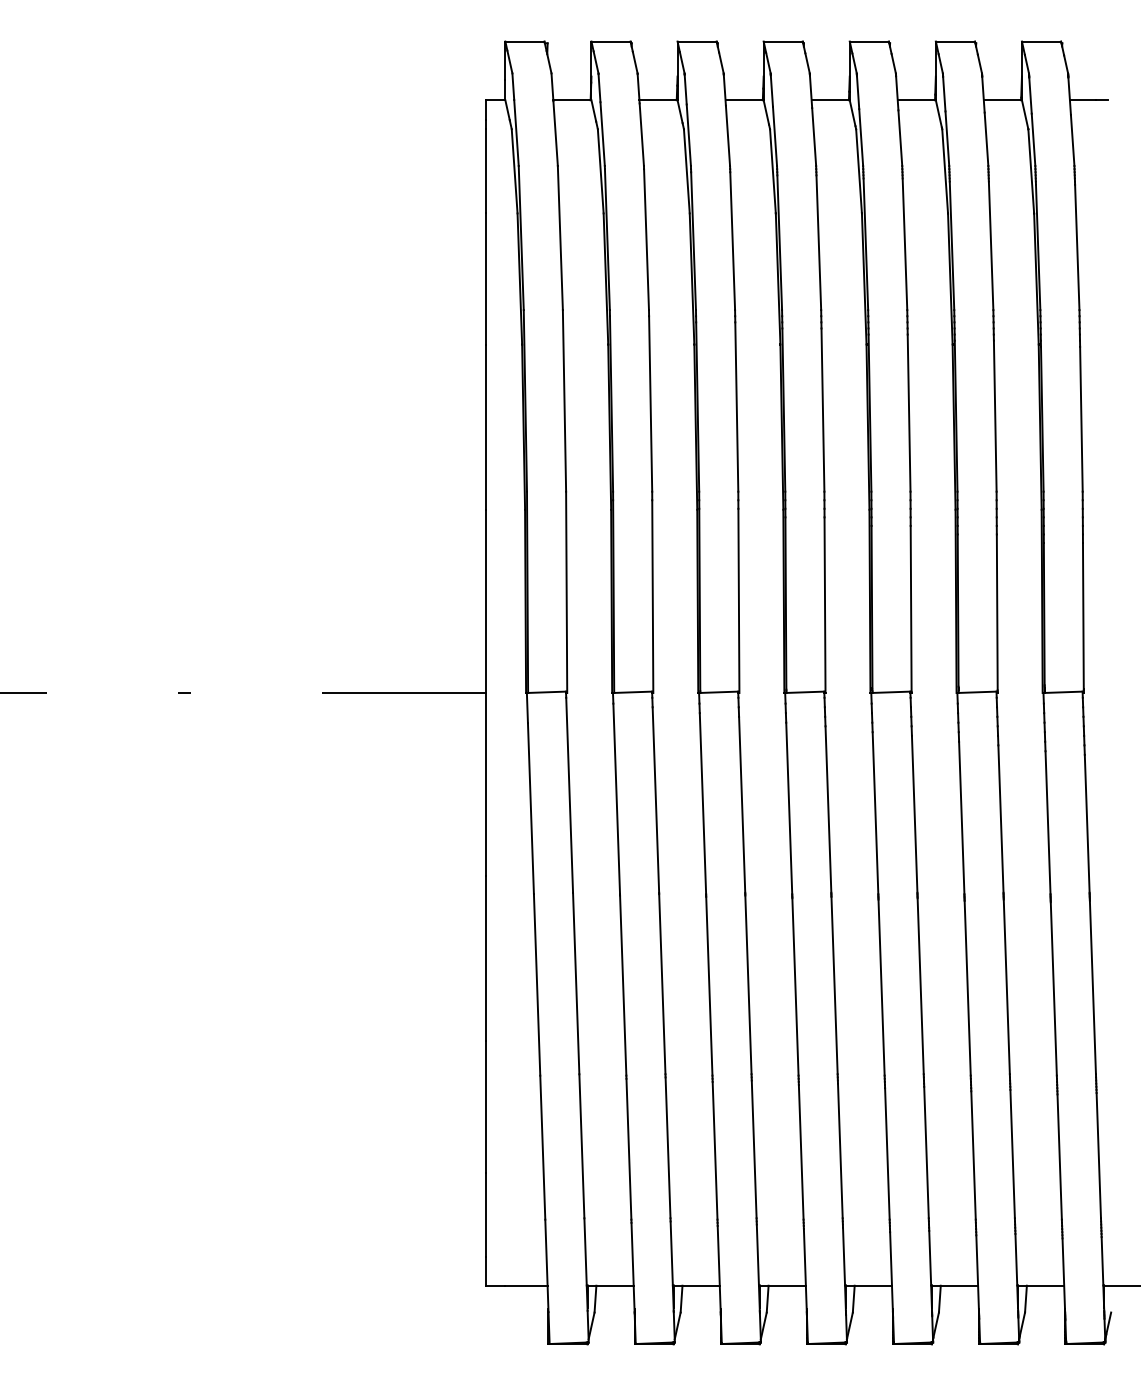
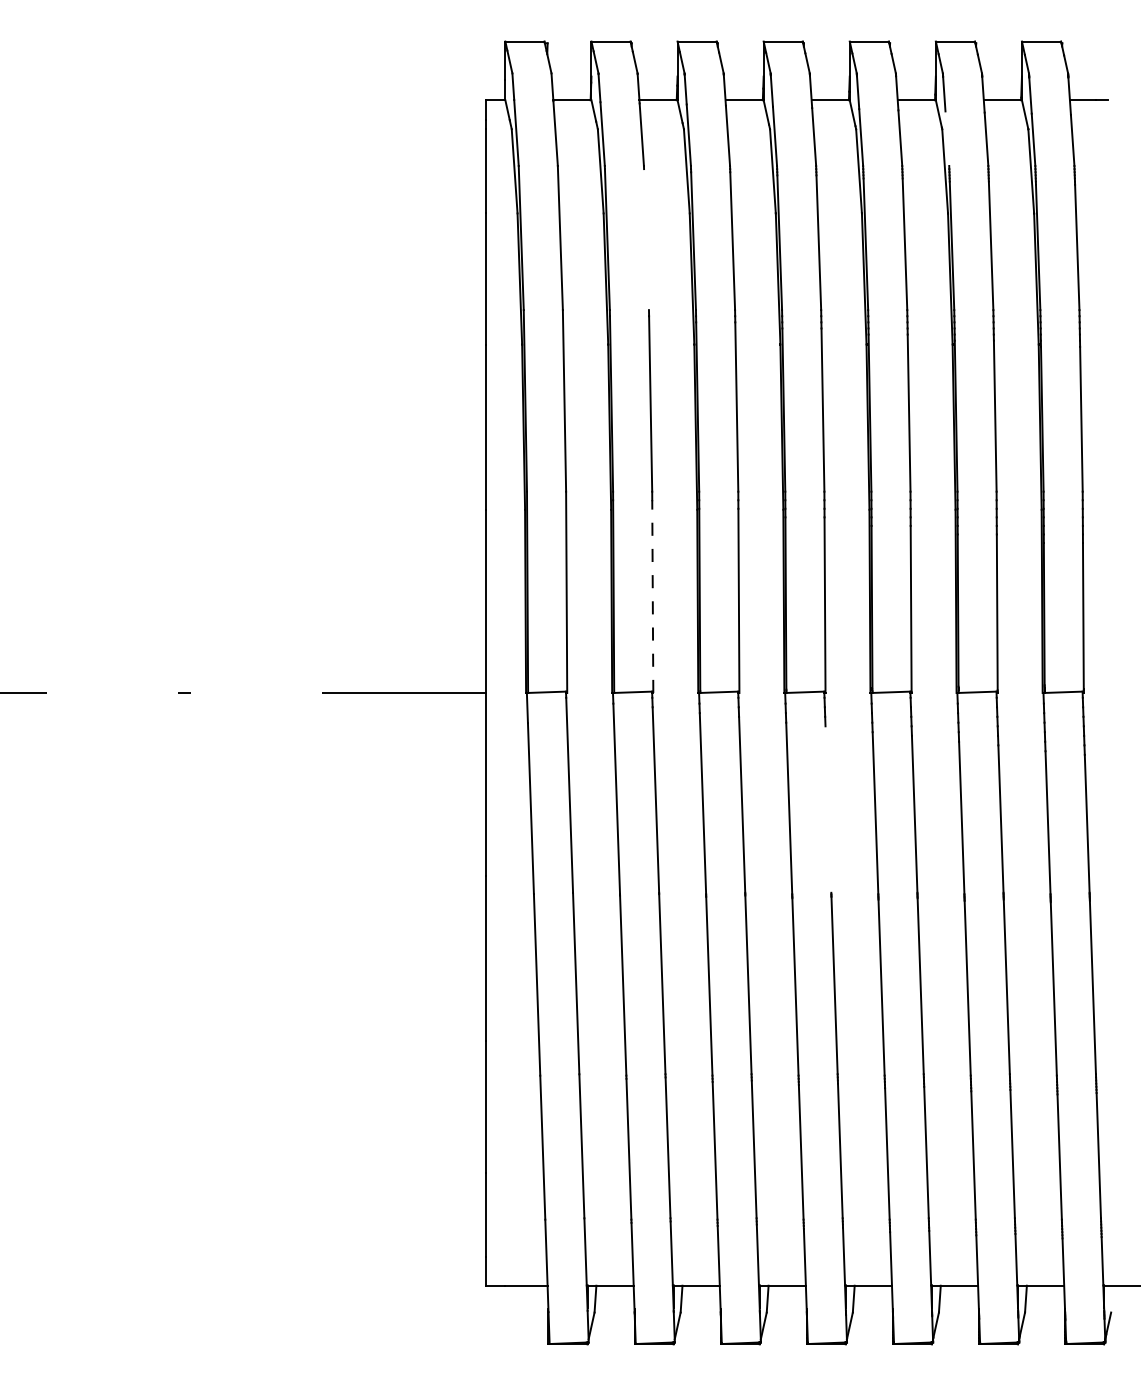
line at (947, 138): present -> none
line at (646, 239): present -> none
line at (652, 596): solid -> dashed
line at (828, 809): present -> none
